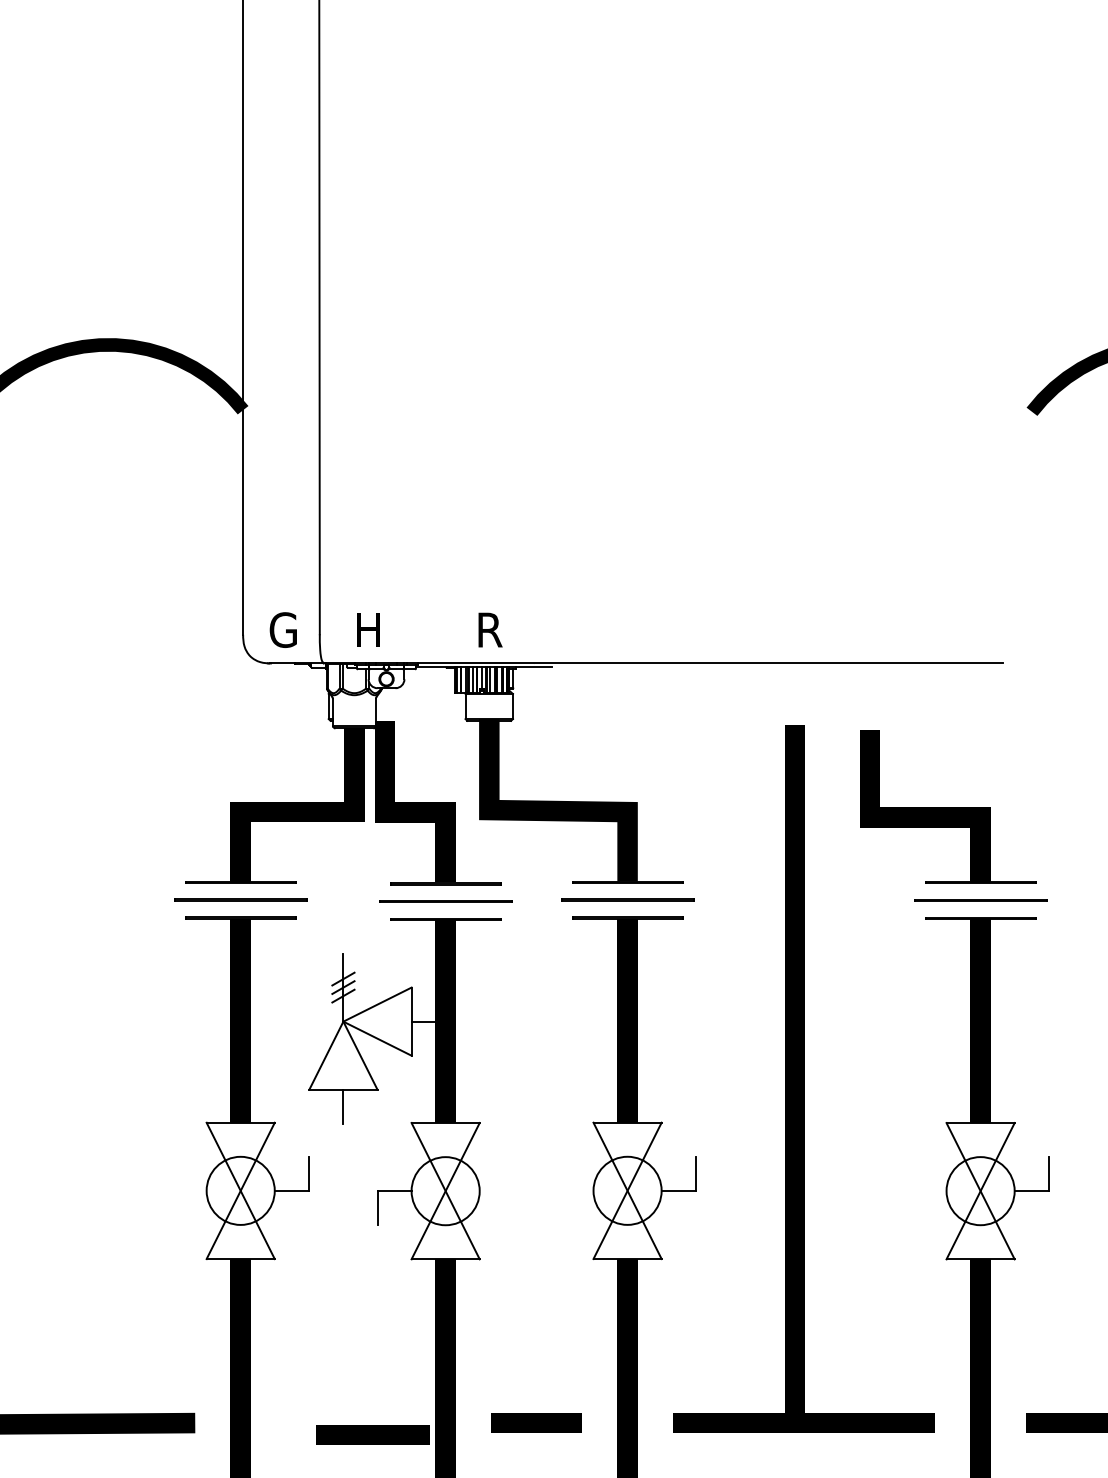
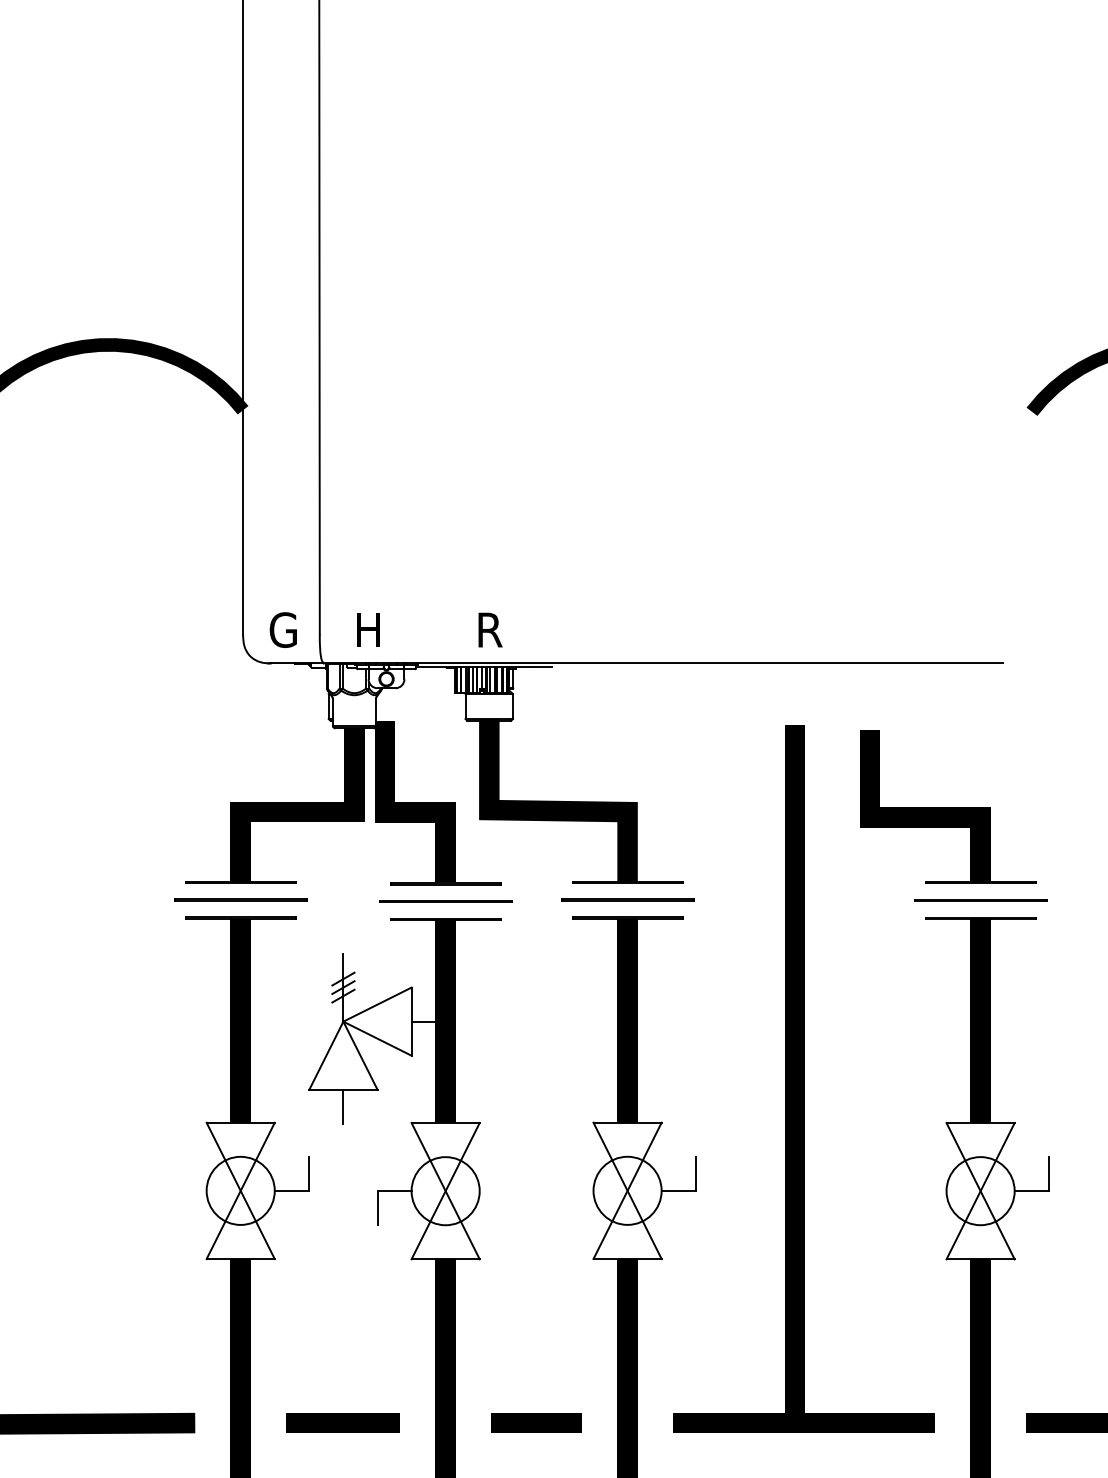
line at (372, 1434) position: (372, 1434) -> (342, 1422)
